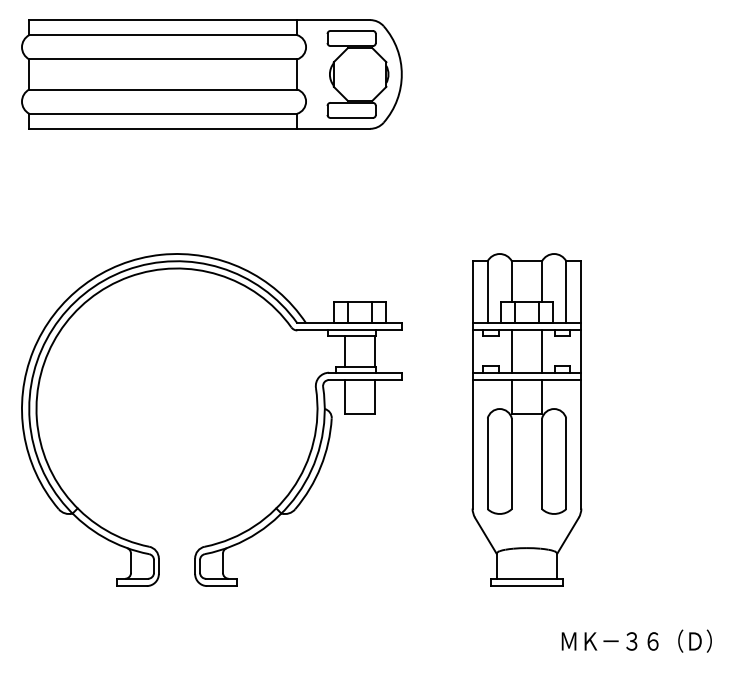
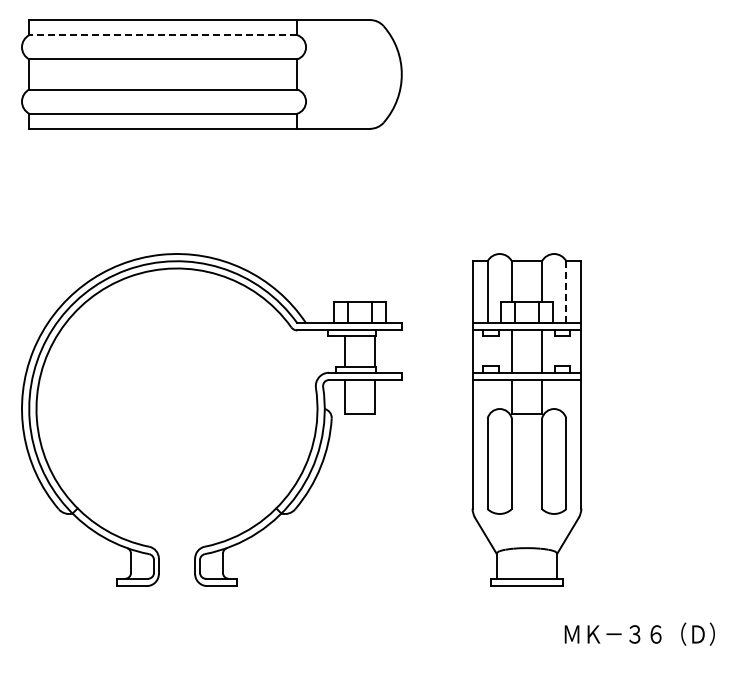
line at (162, 35): solid -> dashed
part at (357, 74): present -> none
line at (566, 292): solid -> dashed
text at (636, 640) position: (636, 640) -> (639, 633)
